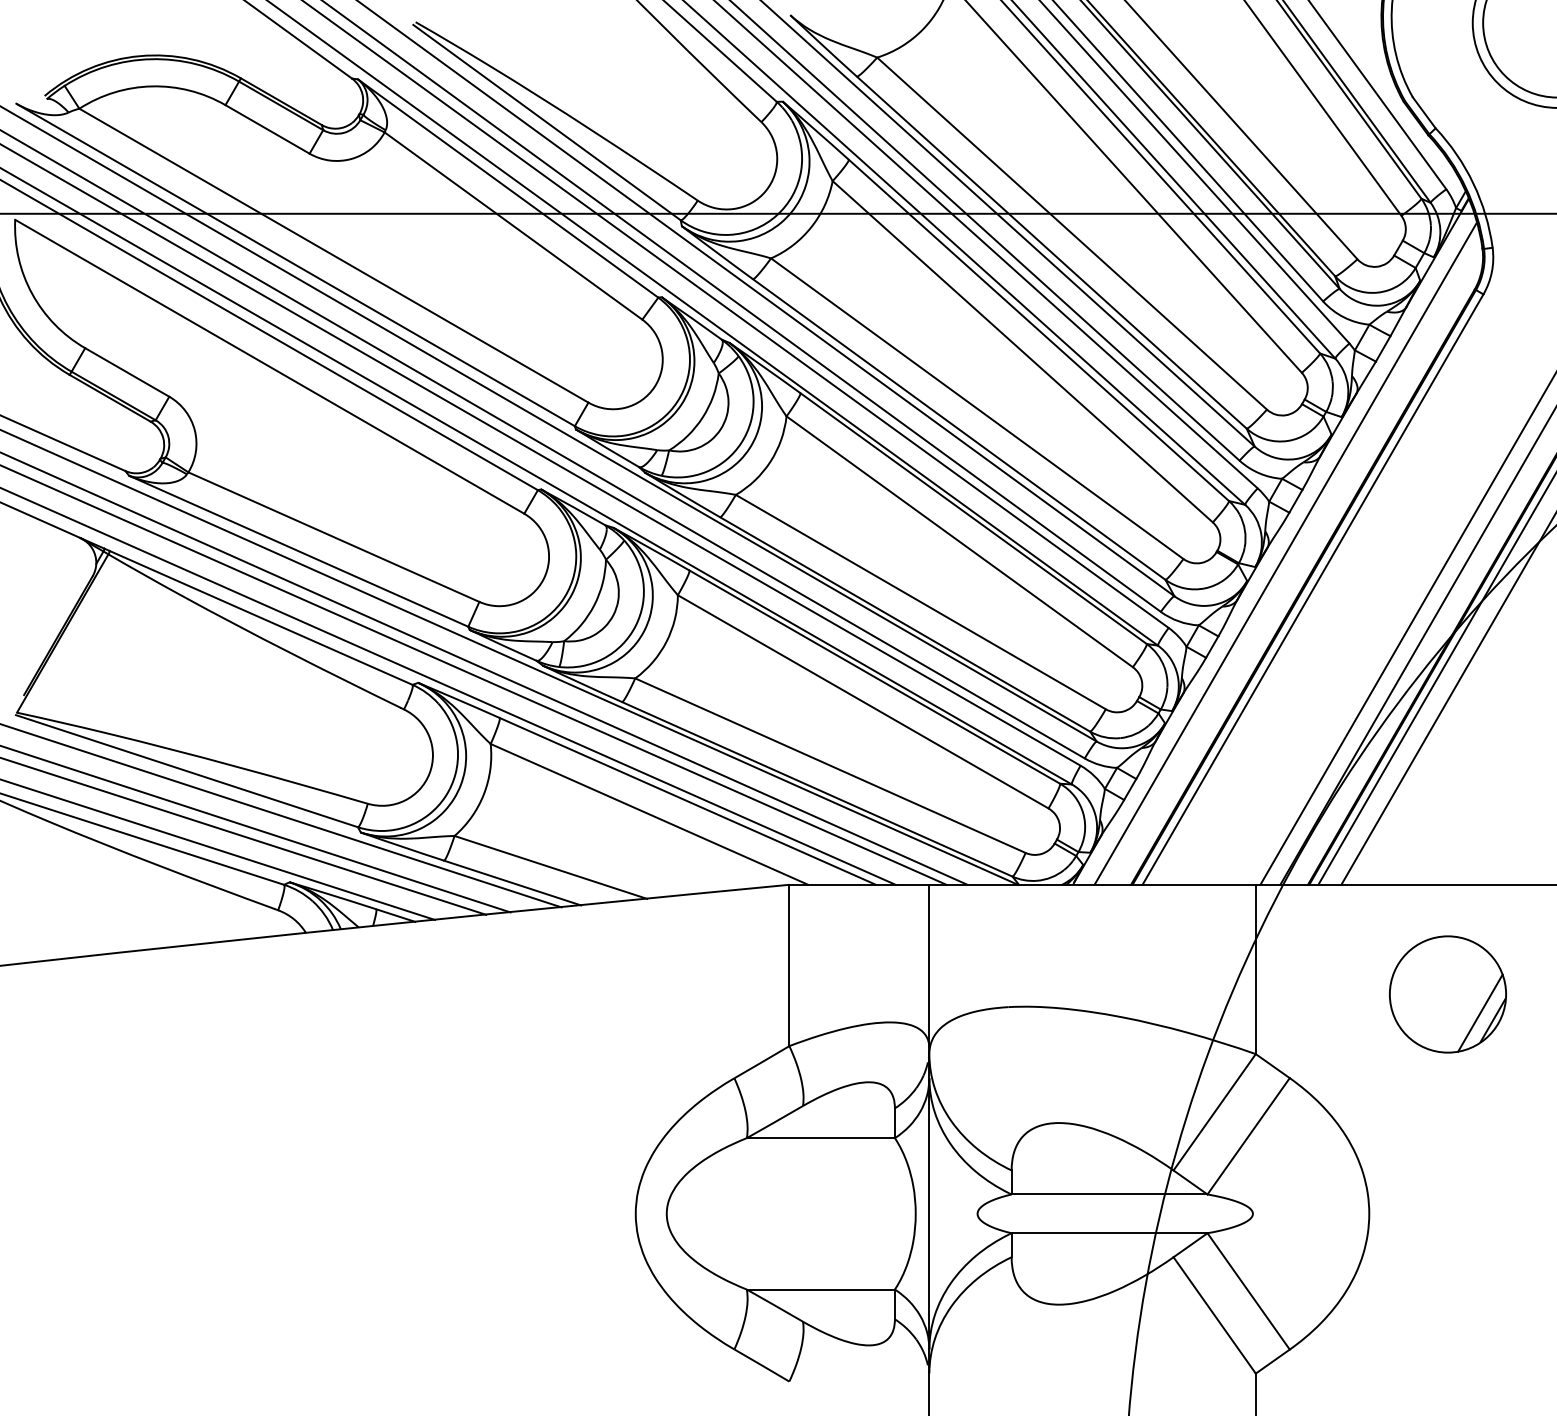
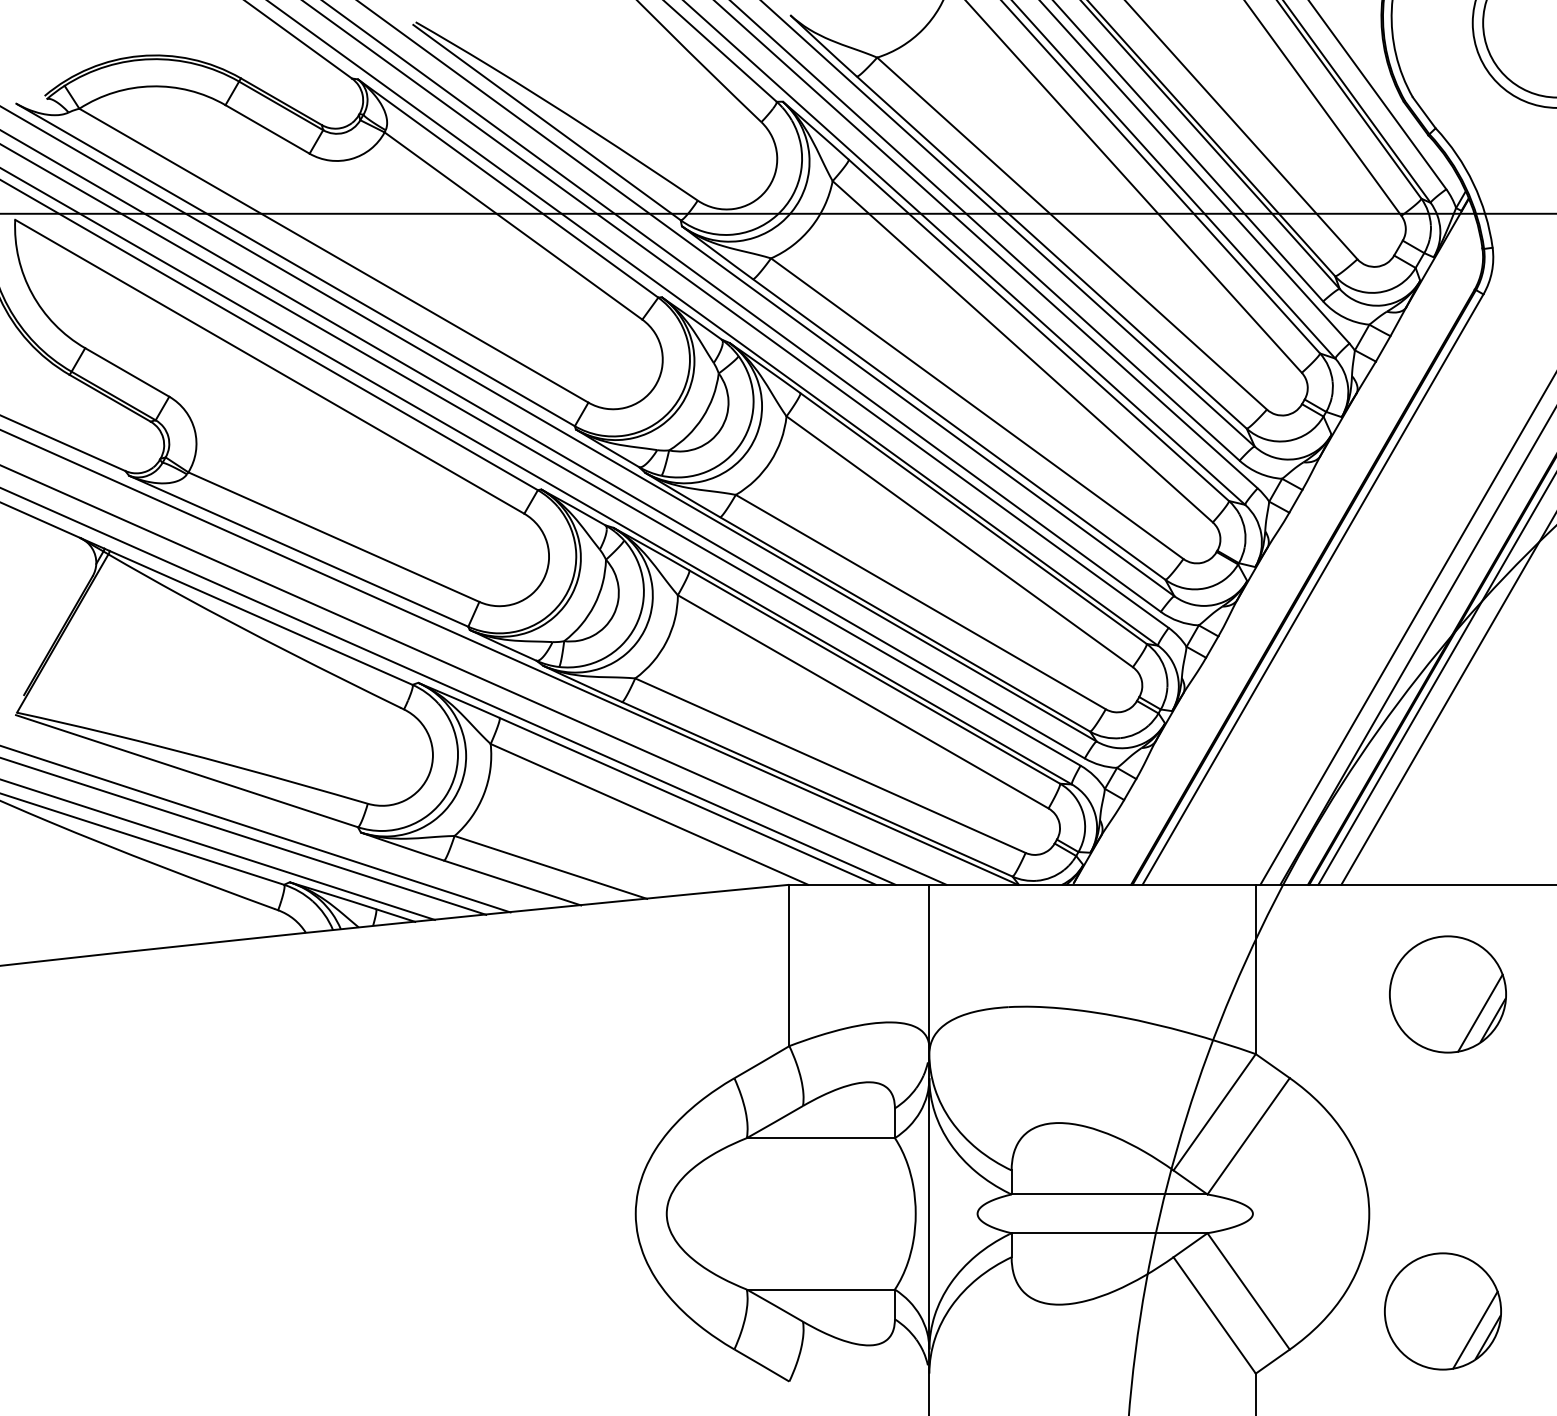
line at (1285, 553): present -> none
line at (484, 668): present -> none
line at (281, 815): present -> none
part at (1442, 1311): none -> present
